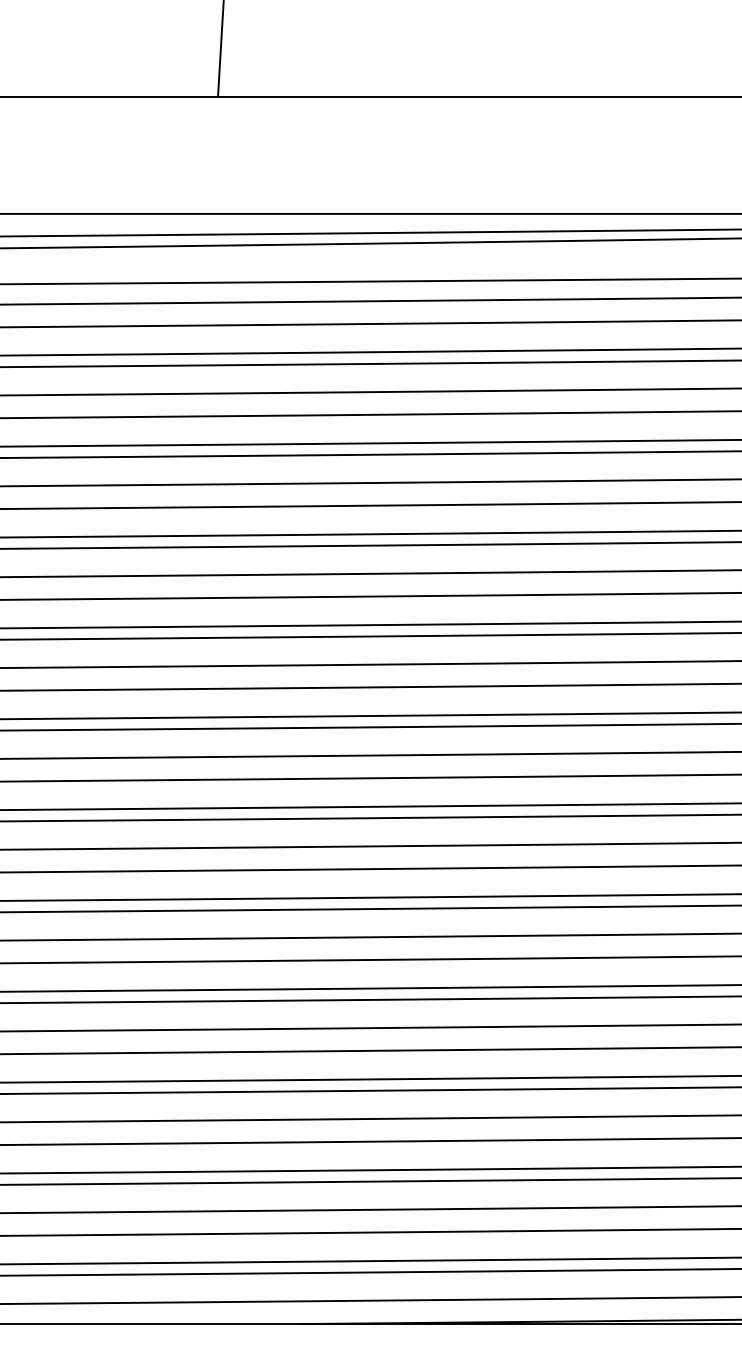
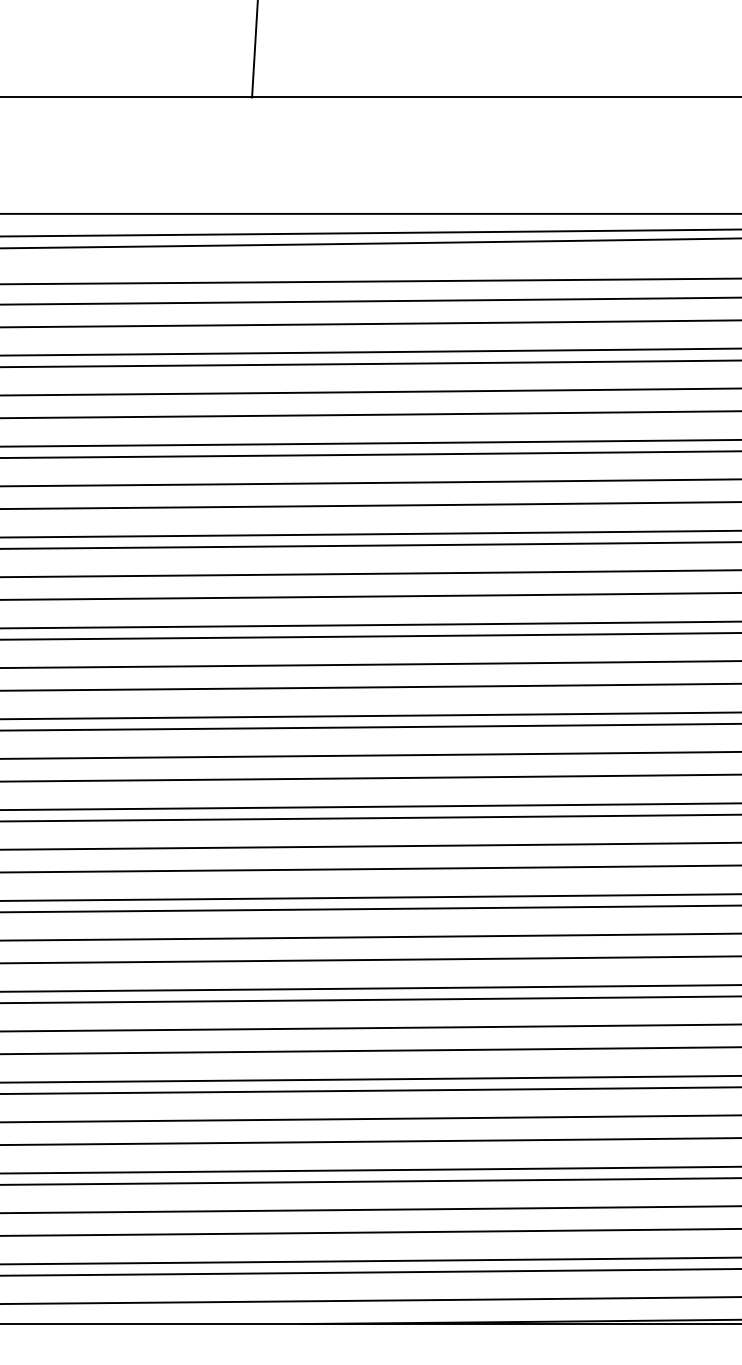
line at (220, 48) position: (220, 48) -> (254, 49)
